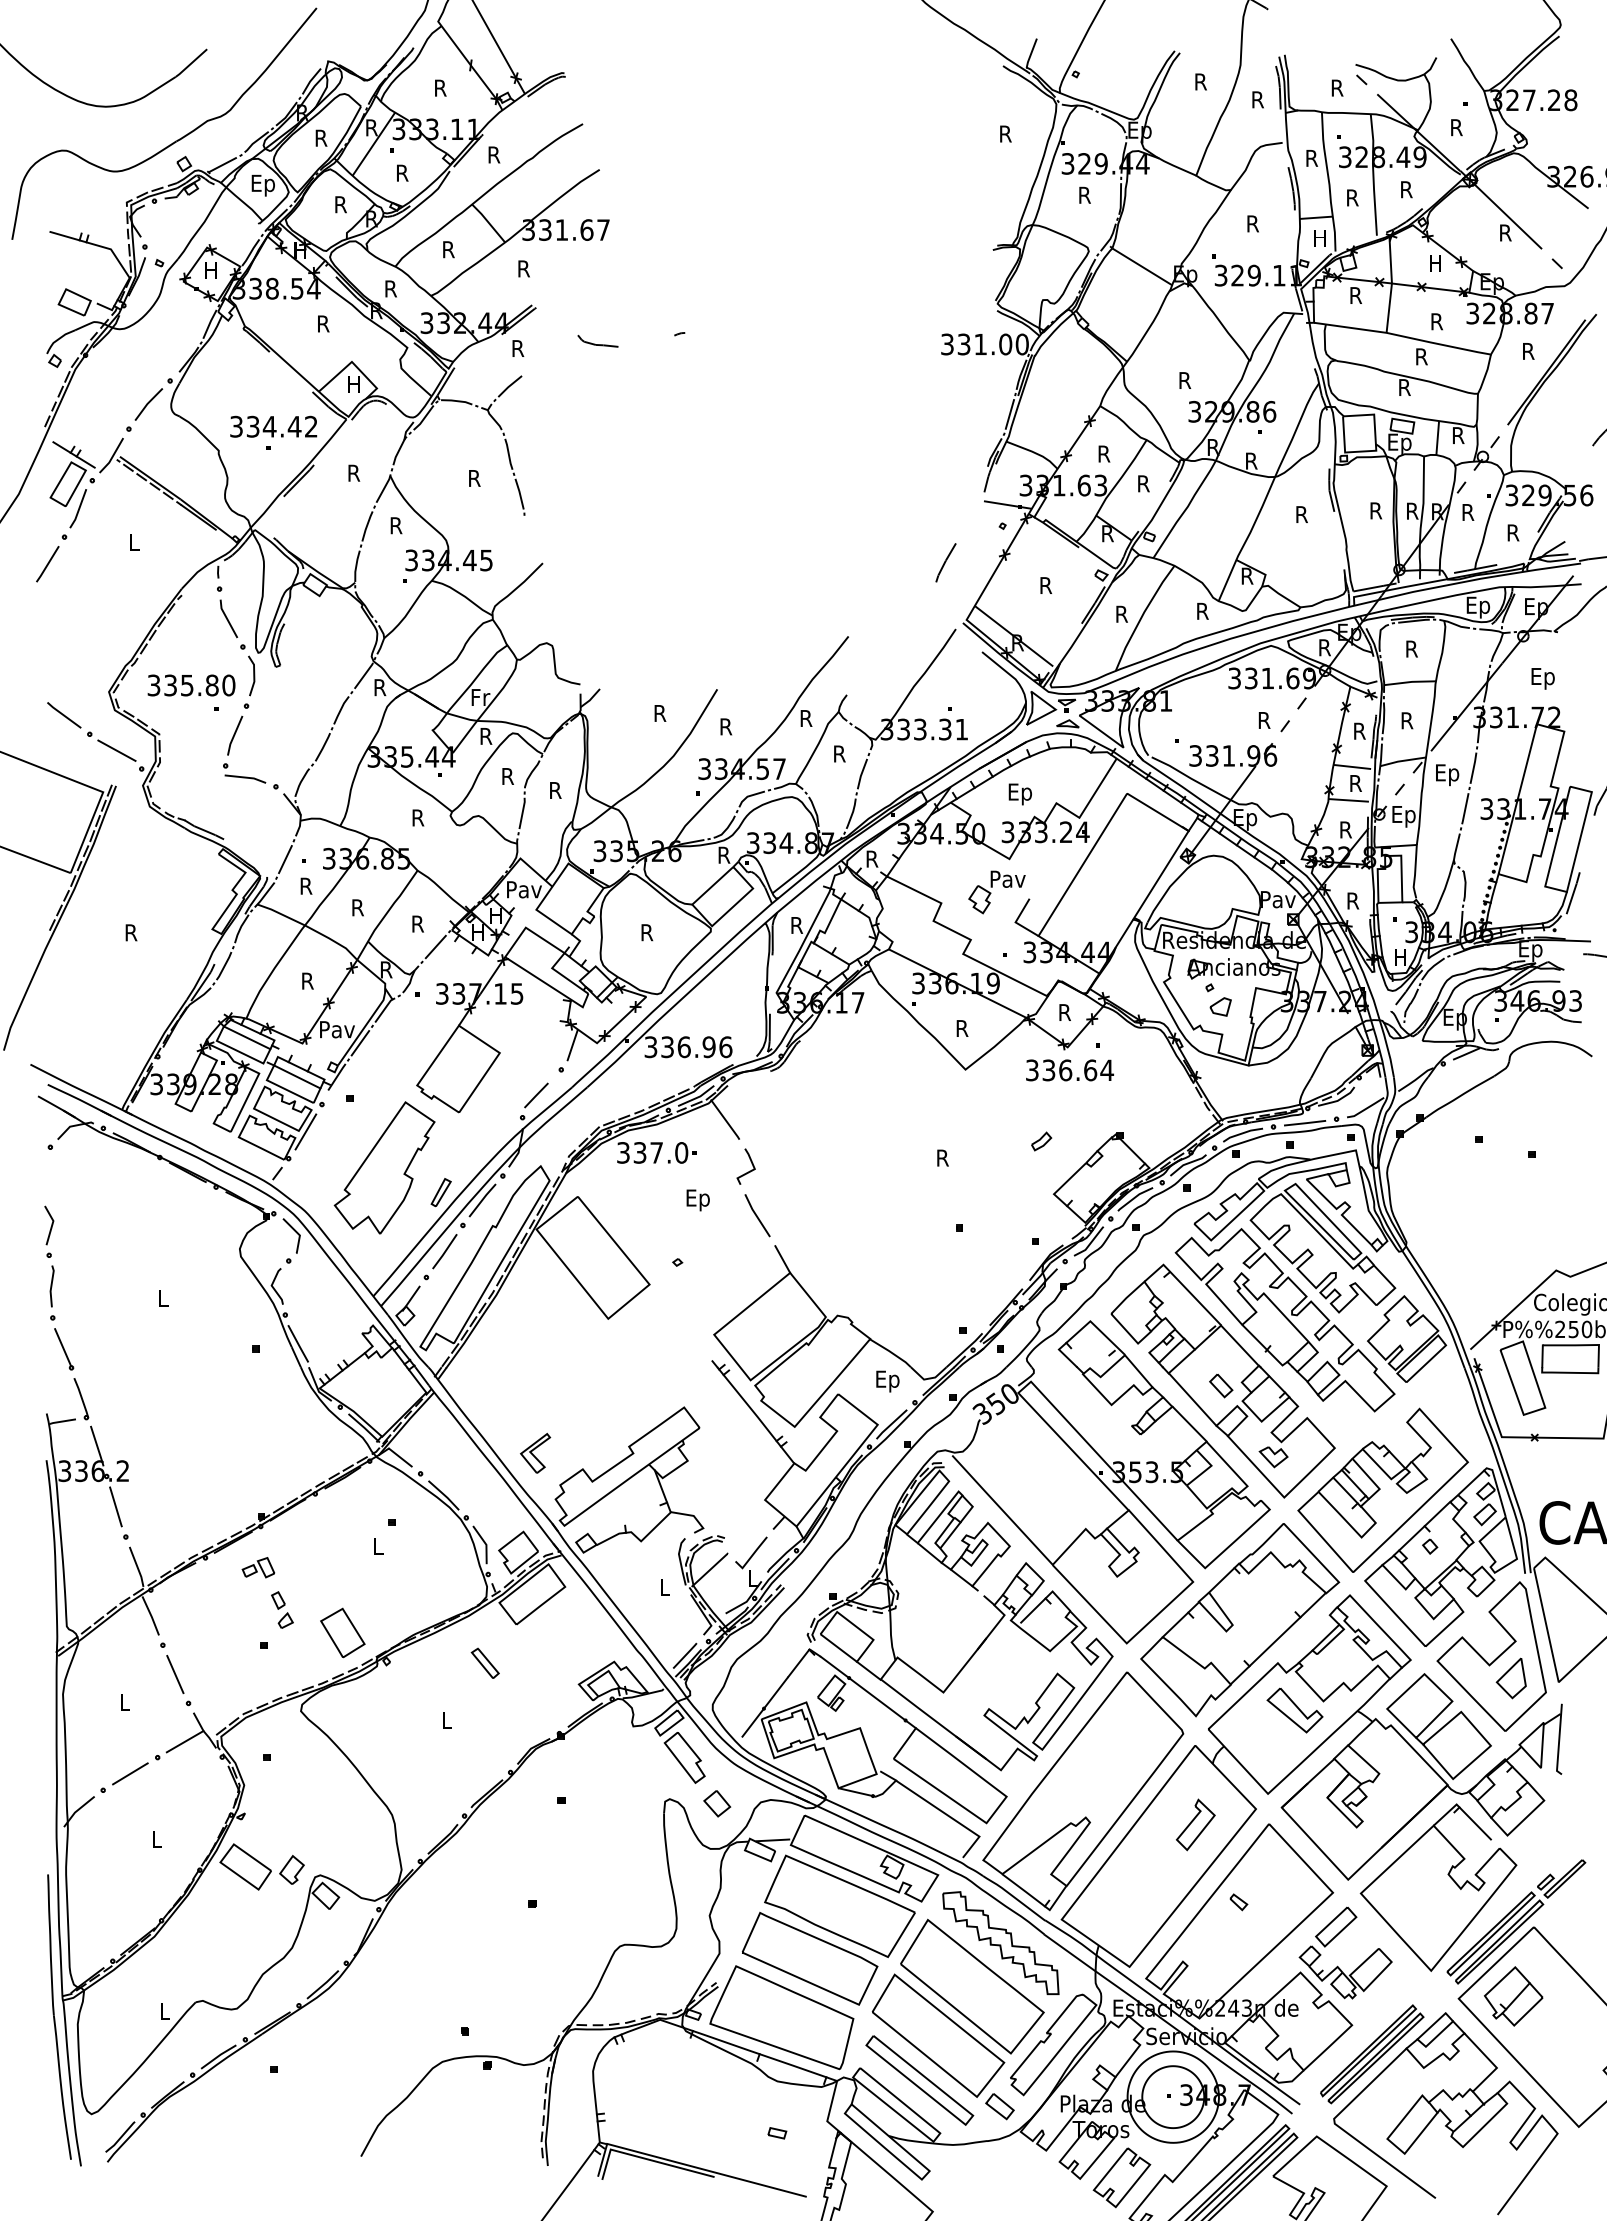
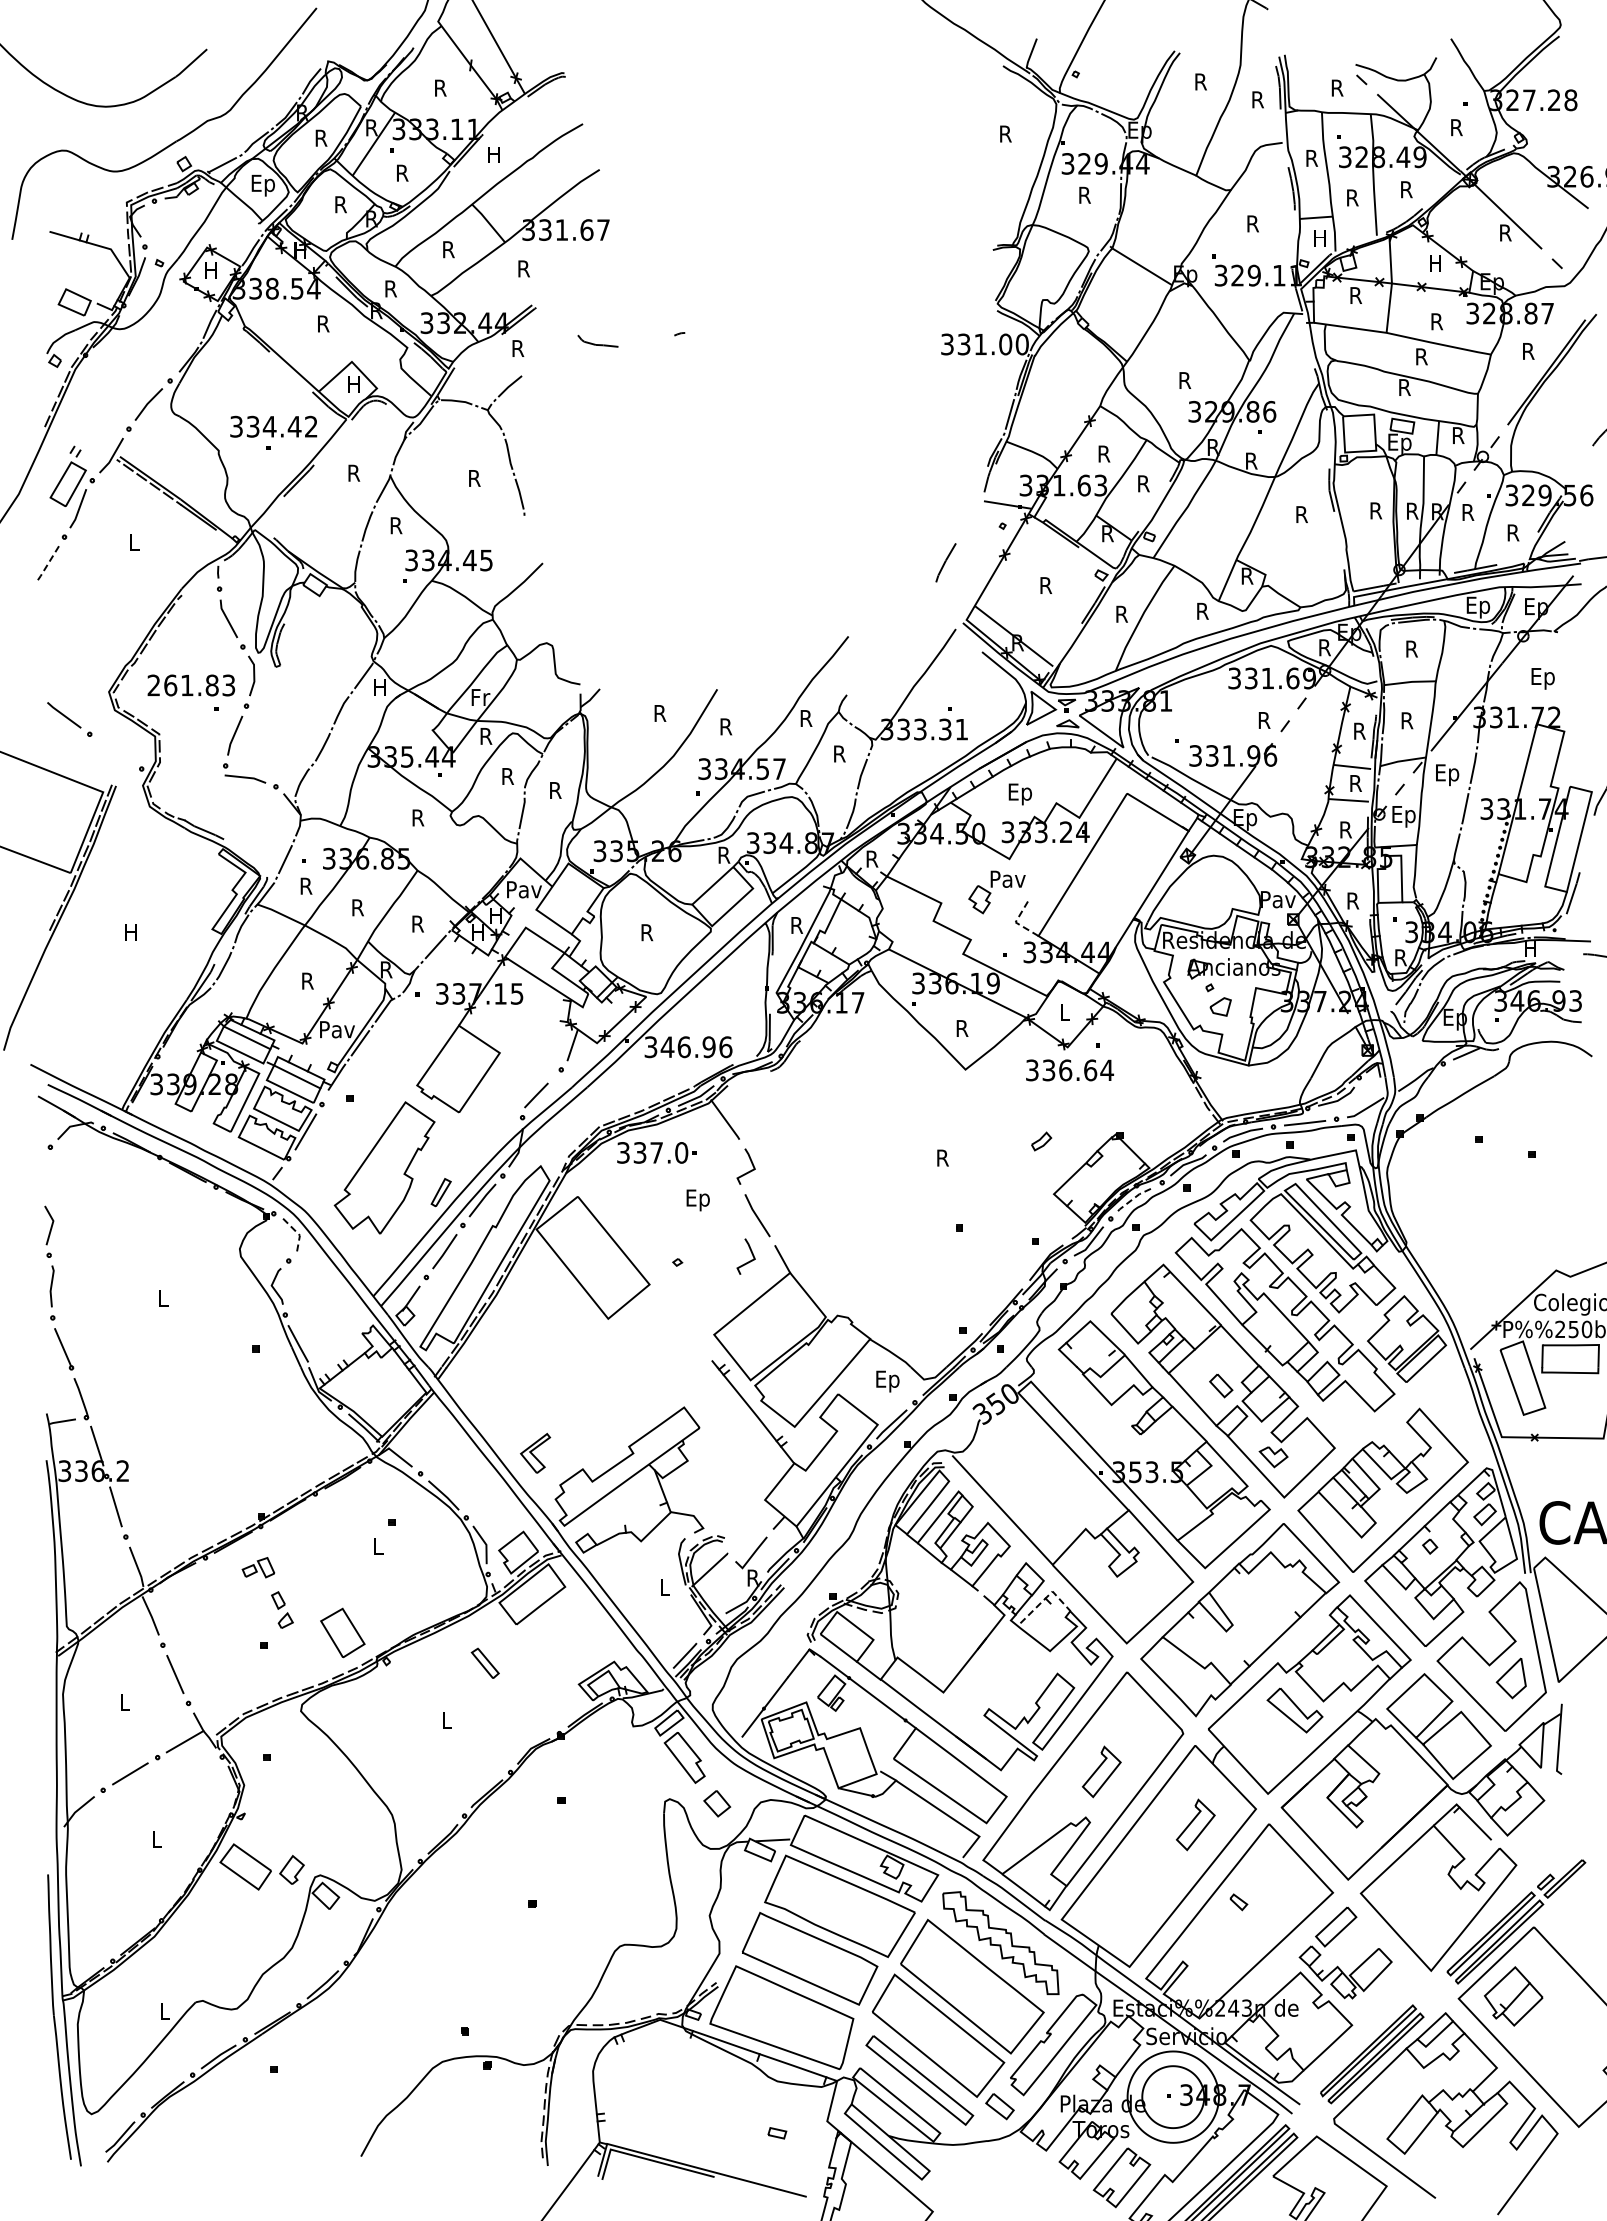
text at (494, 154): R -> H
line at (73, 454): present -> none
line at (47, 565): solid -> dashed
text at (191, 685): 335.80 -> 261.83
text at (380, 687): R -> H
line at (116, 750): present -> none
line at (1015, 922): solid -> dashed
text at (131, 932): R -> H
text at (1530, 950): Ep -> H
text at (1400, 957): H -> R
text at (1064, 1012): R -> L
text at (667, 1047): 336.96 -> 346.96
line at (1134, 1197): solid -> dashed
line at (299, 1234): solid -> dashed
line at (749, 1260): none -> present
text at (753, 1577): L -> R
line at (1046, 1597): solid -> dashed
part at (1101, 1771): none -> present
